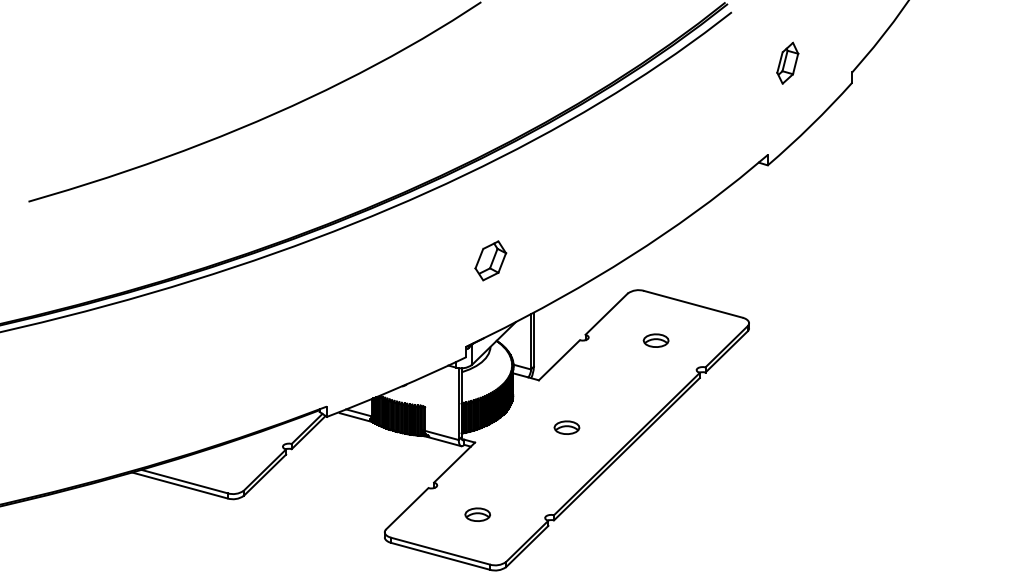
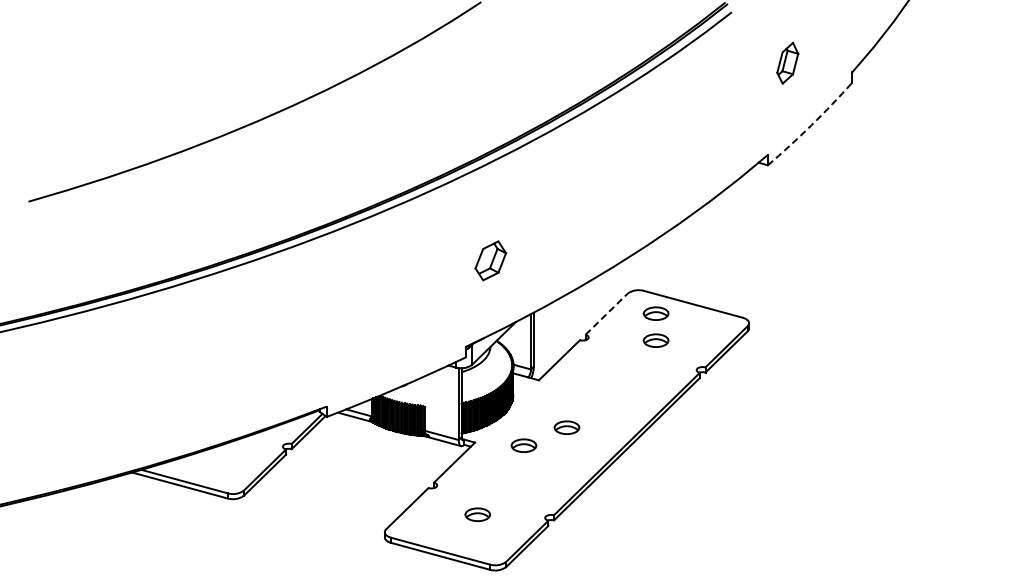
arc at (811, 125): solid -> dashed
part at (655, 313): none -> present
line at (606, 314): solid -> dashed
part at (523, 445): none -> present
